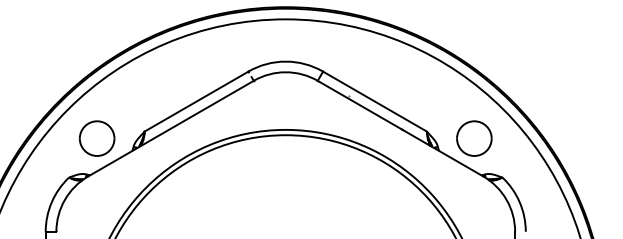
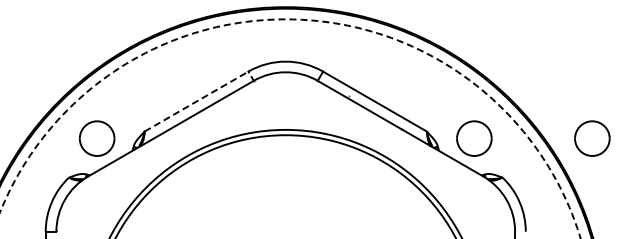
arc at (300, 19): solid -> dashed
line at (196, 101): solid -> dashed
part at (592, 138): none -> present
